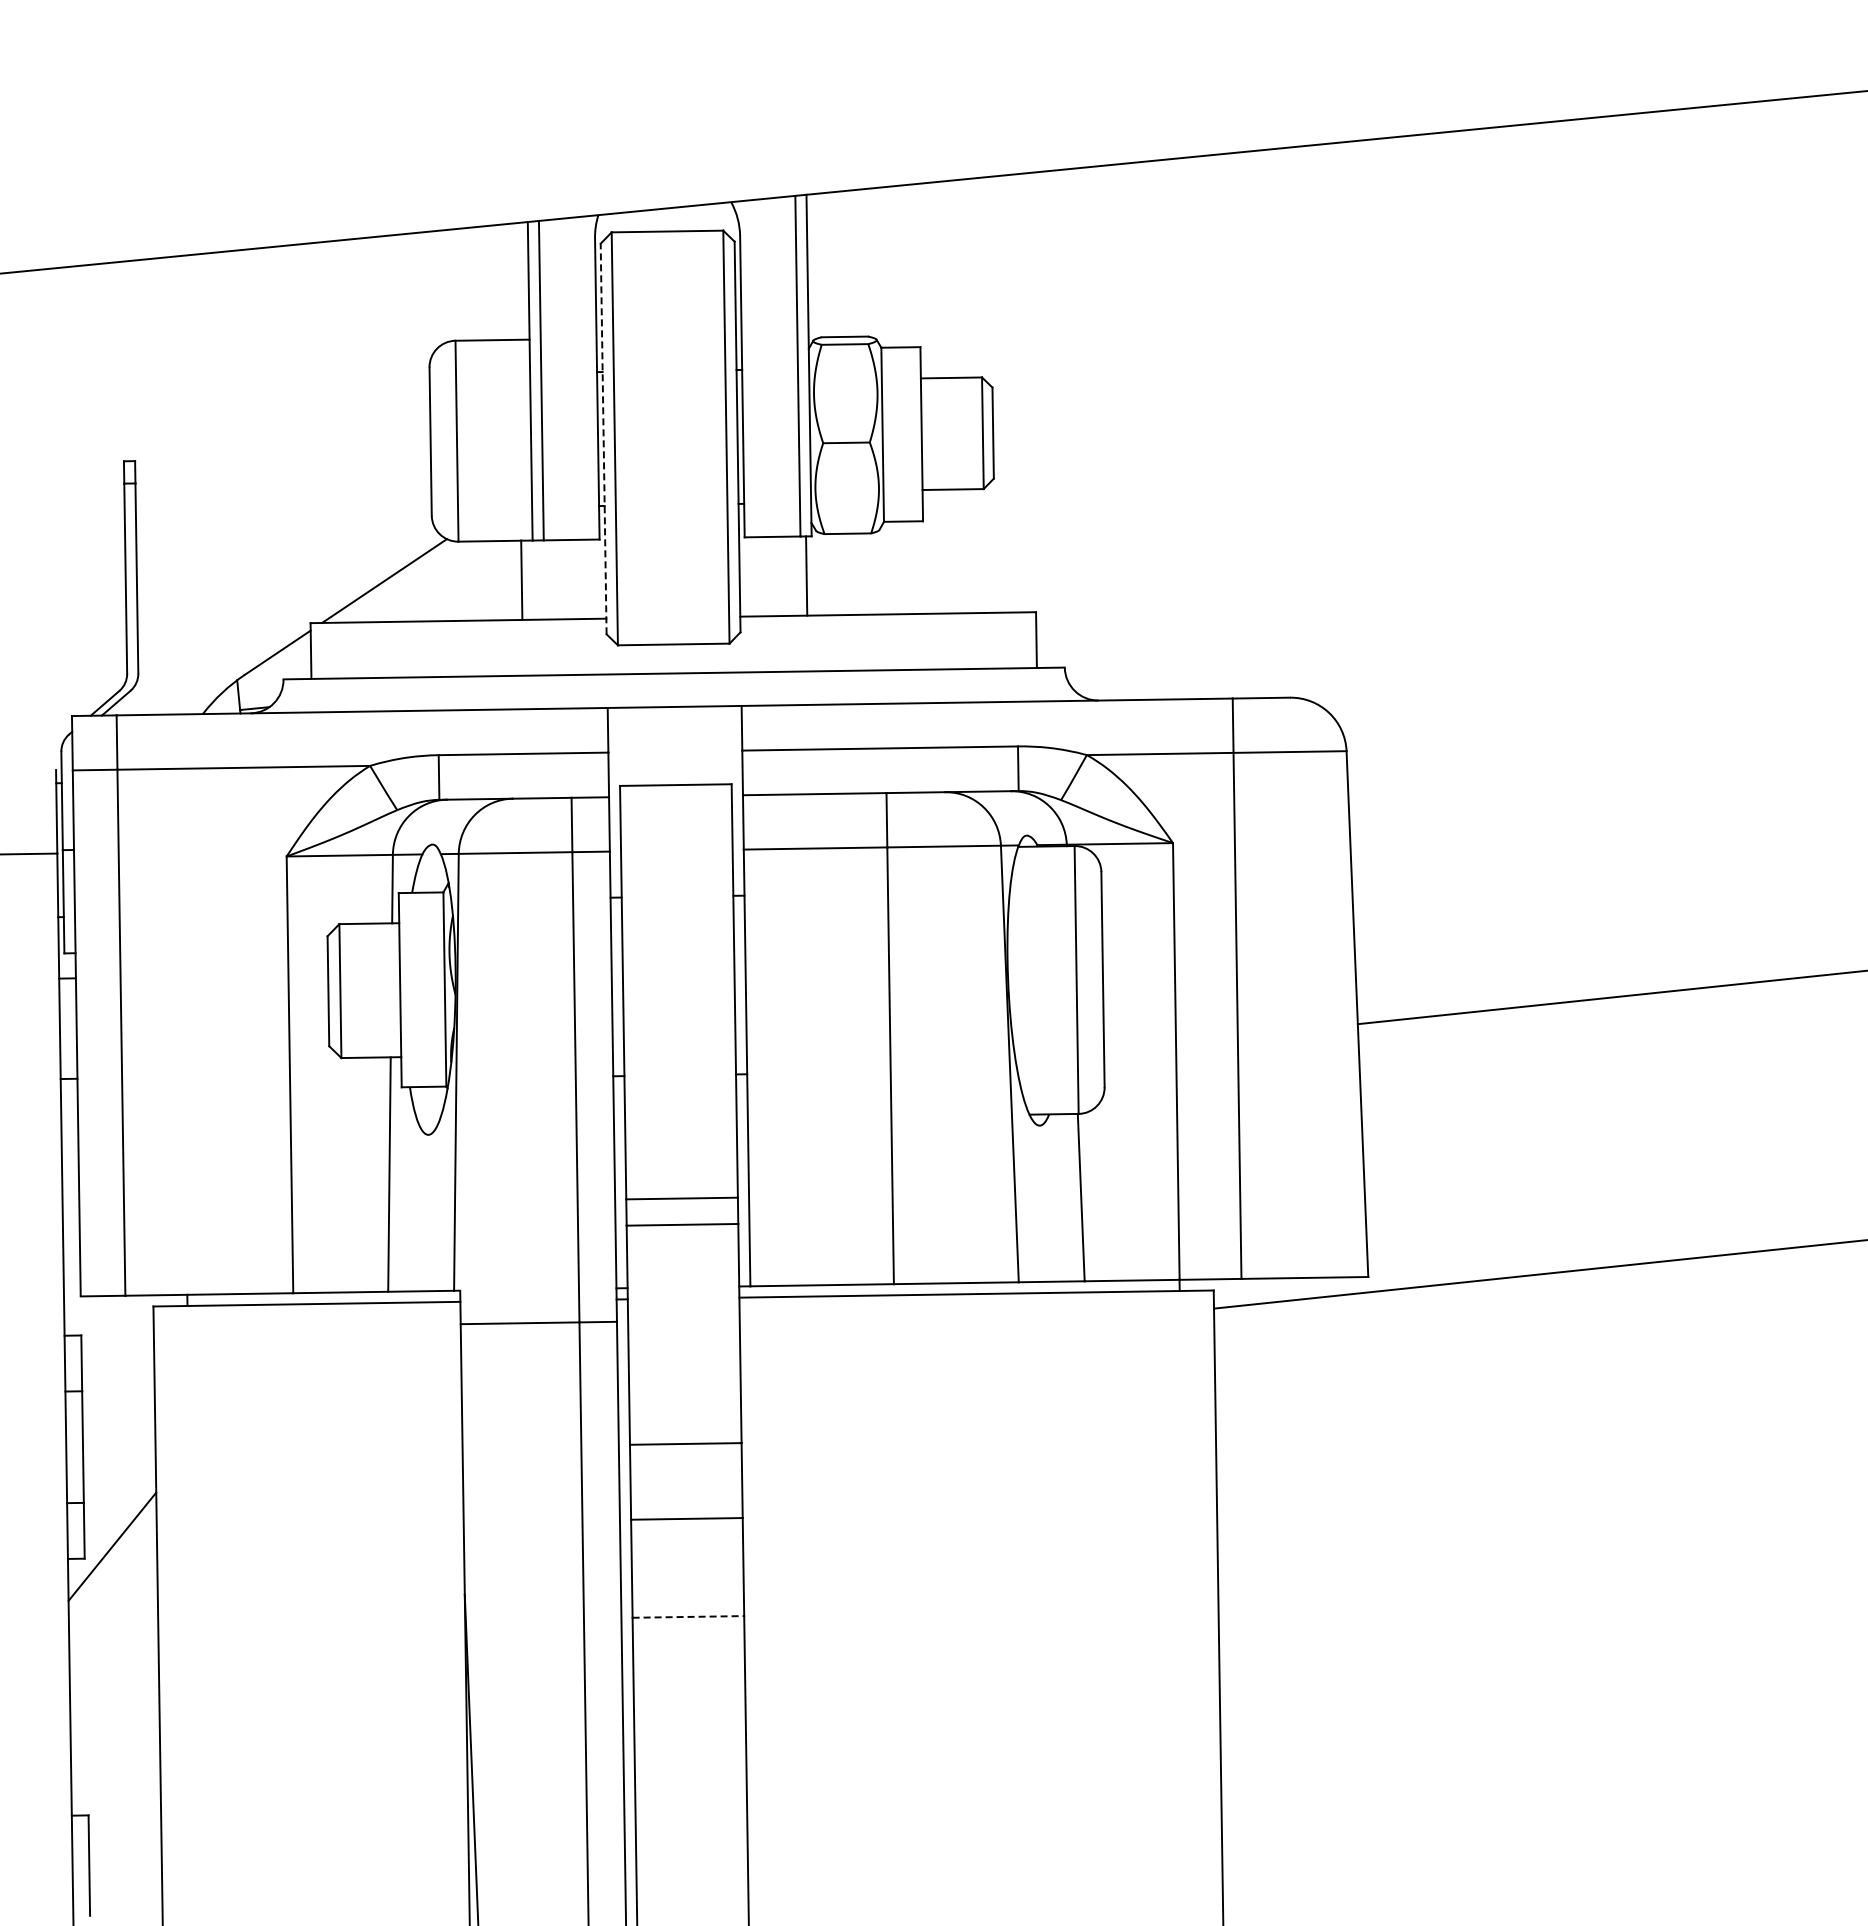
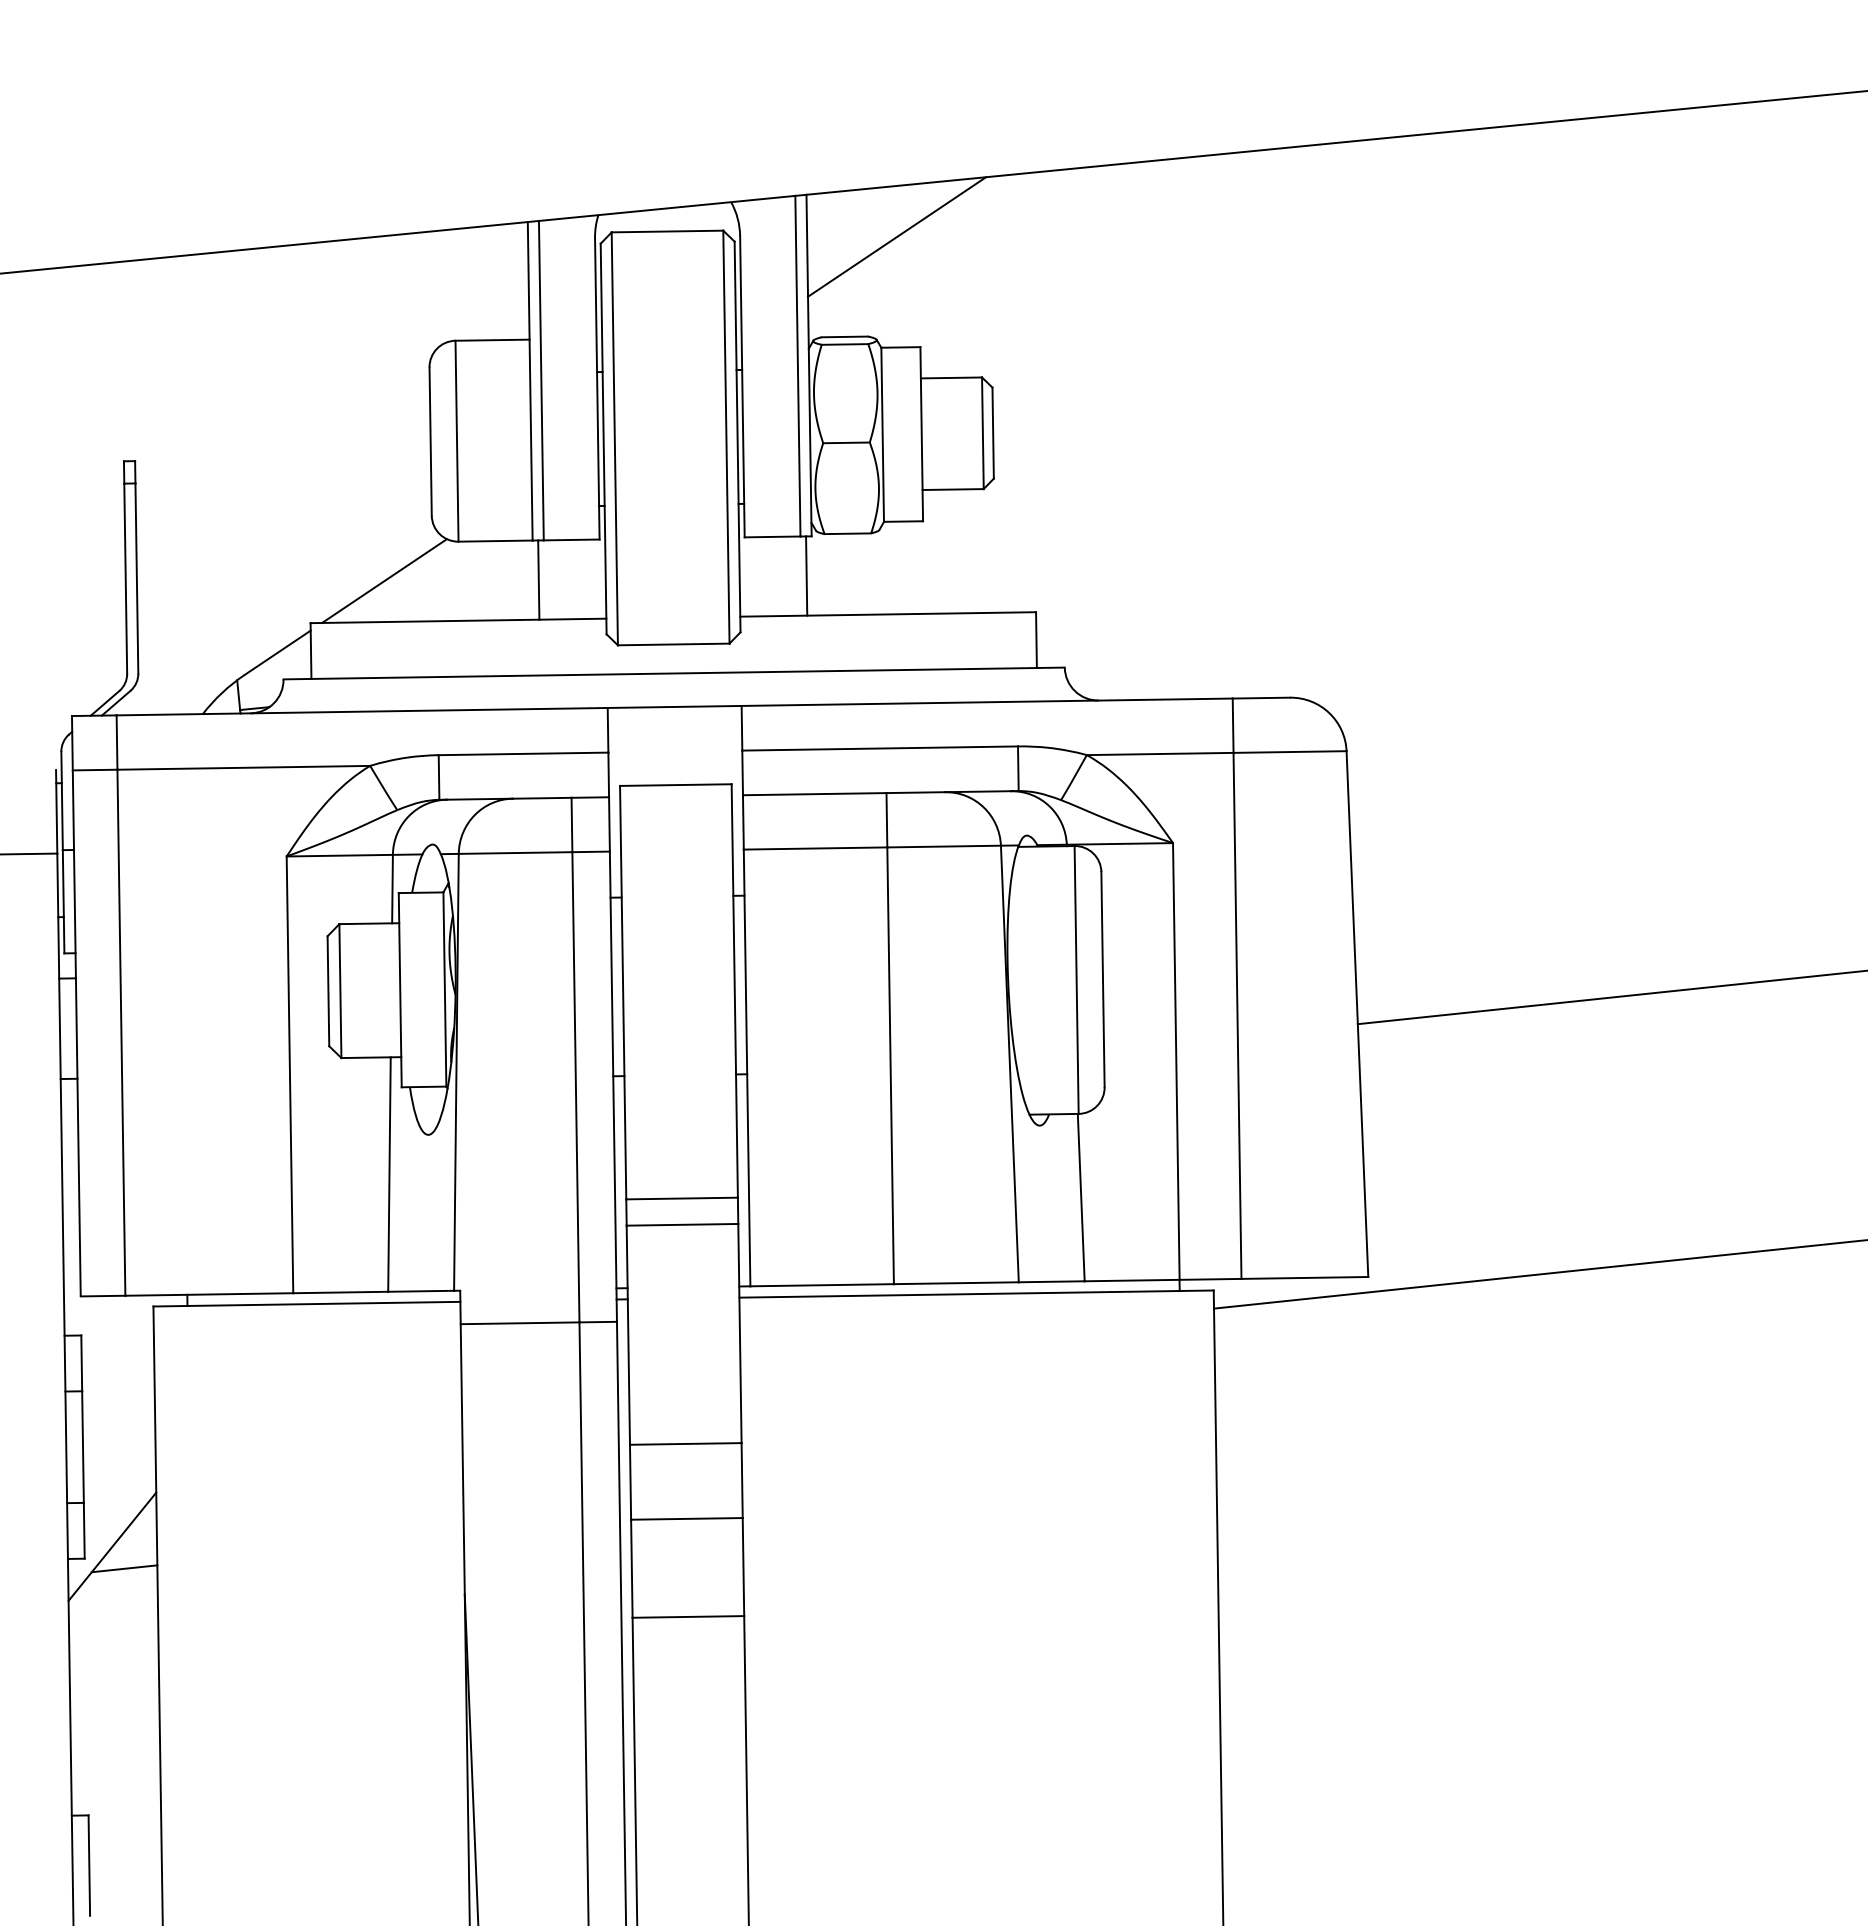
line at (897, 236): none -> present
line at (603, 438): dashed -> solid
line at (521, 579) position: (521, 579) -> (538, 579)
line at (124, 1568): none -> present
line at (688, 1616): dashed -> solid
